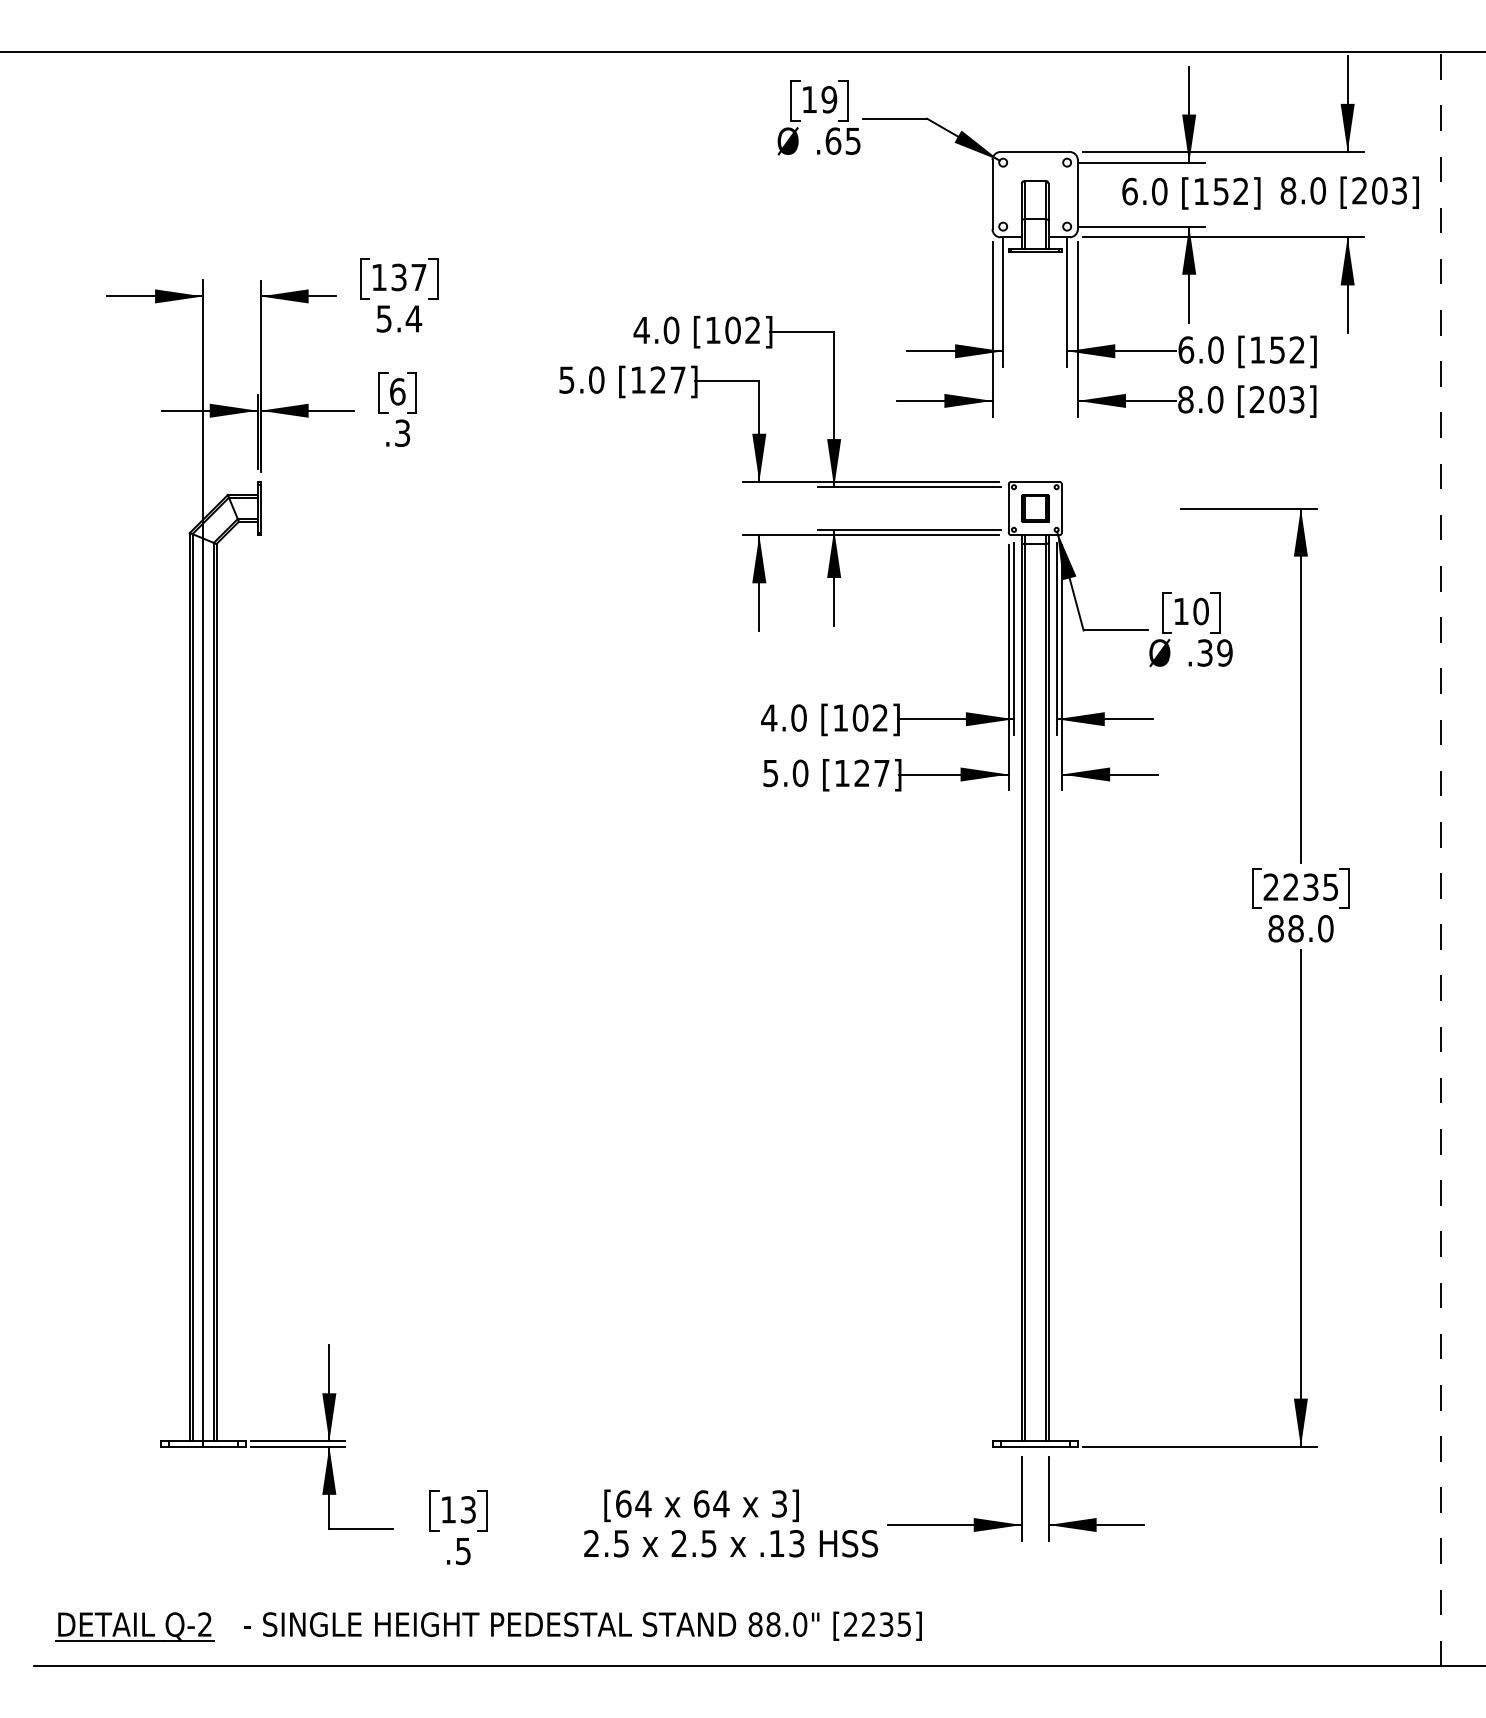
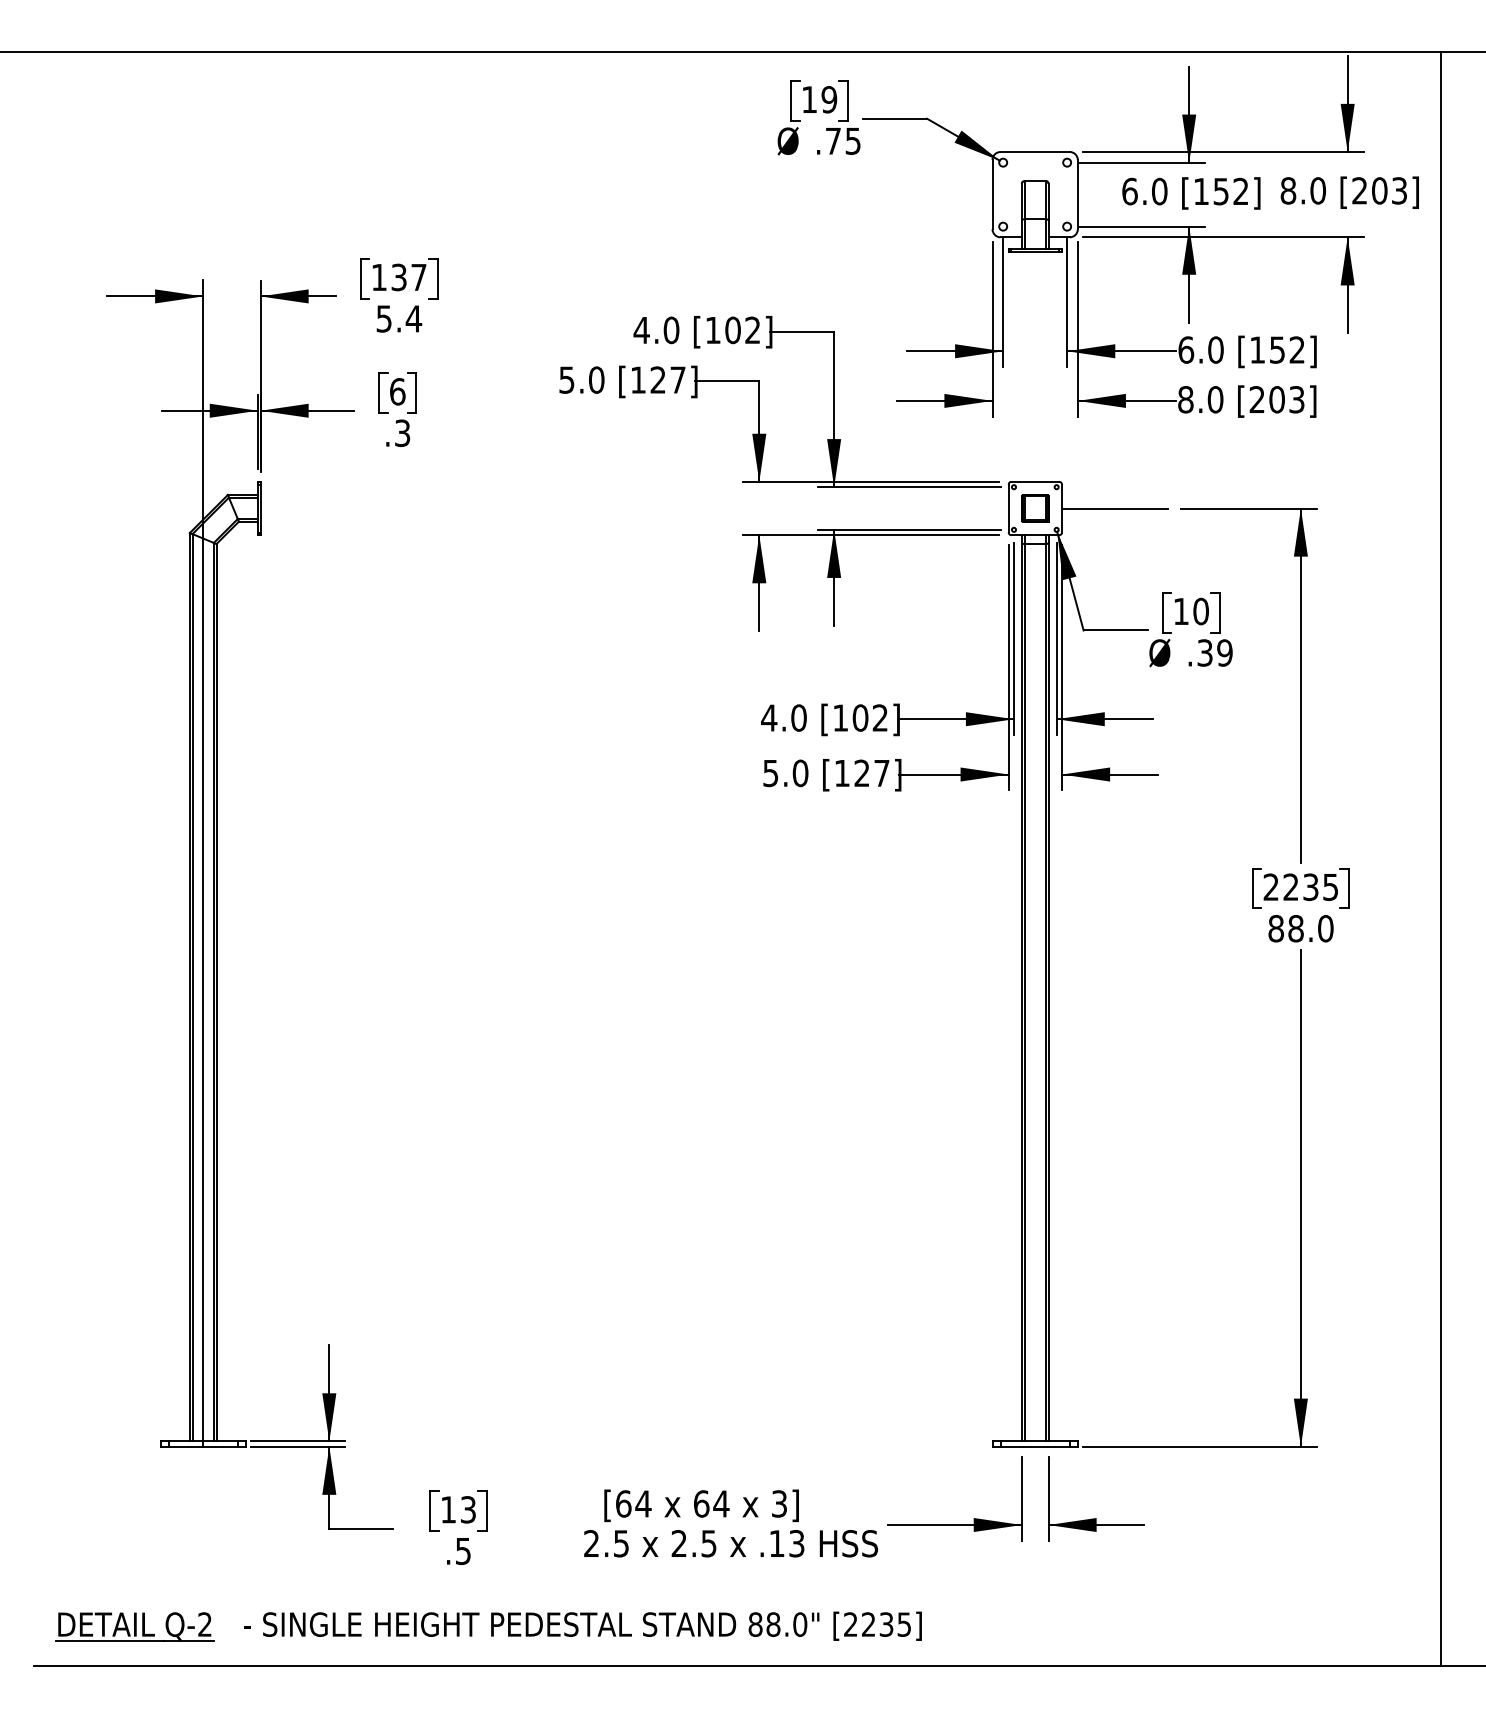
text at (833, 140): .65 -> .75
line at (1115, 508): none -> present
line at (1441, 858): dashed -> solid
